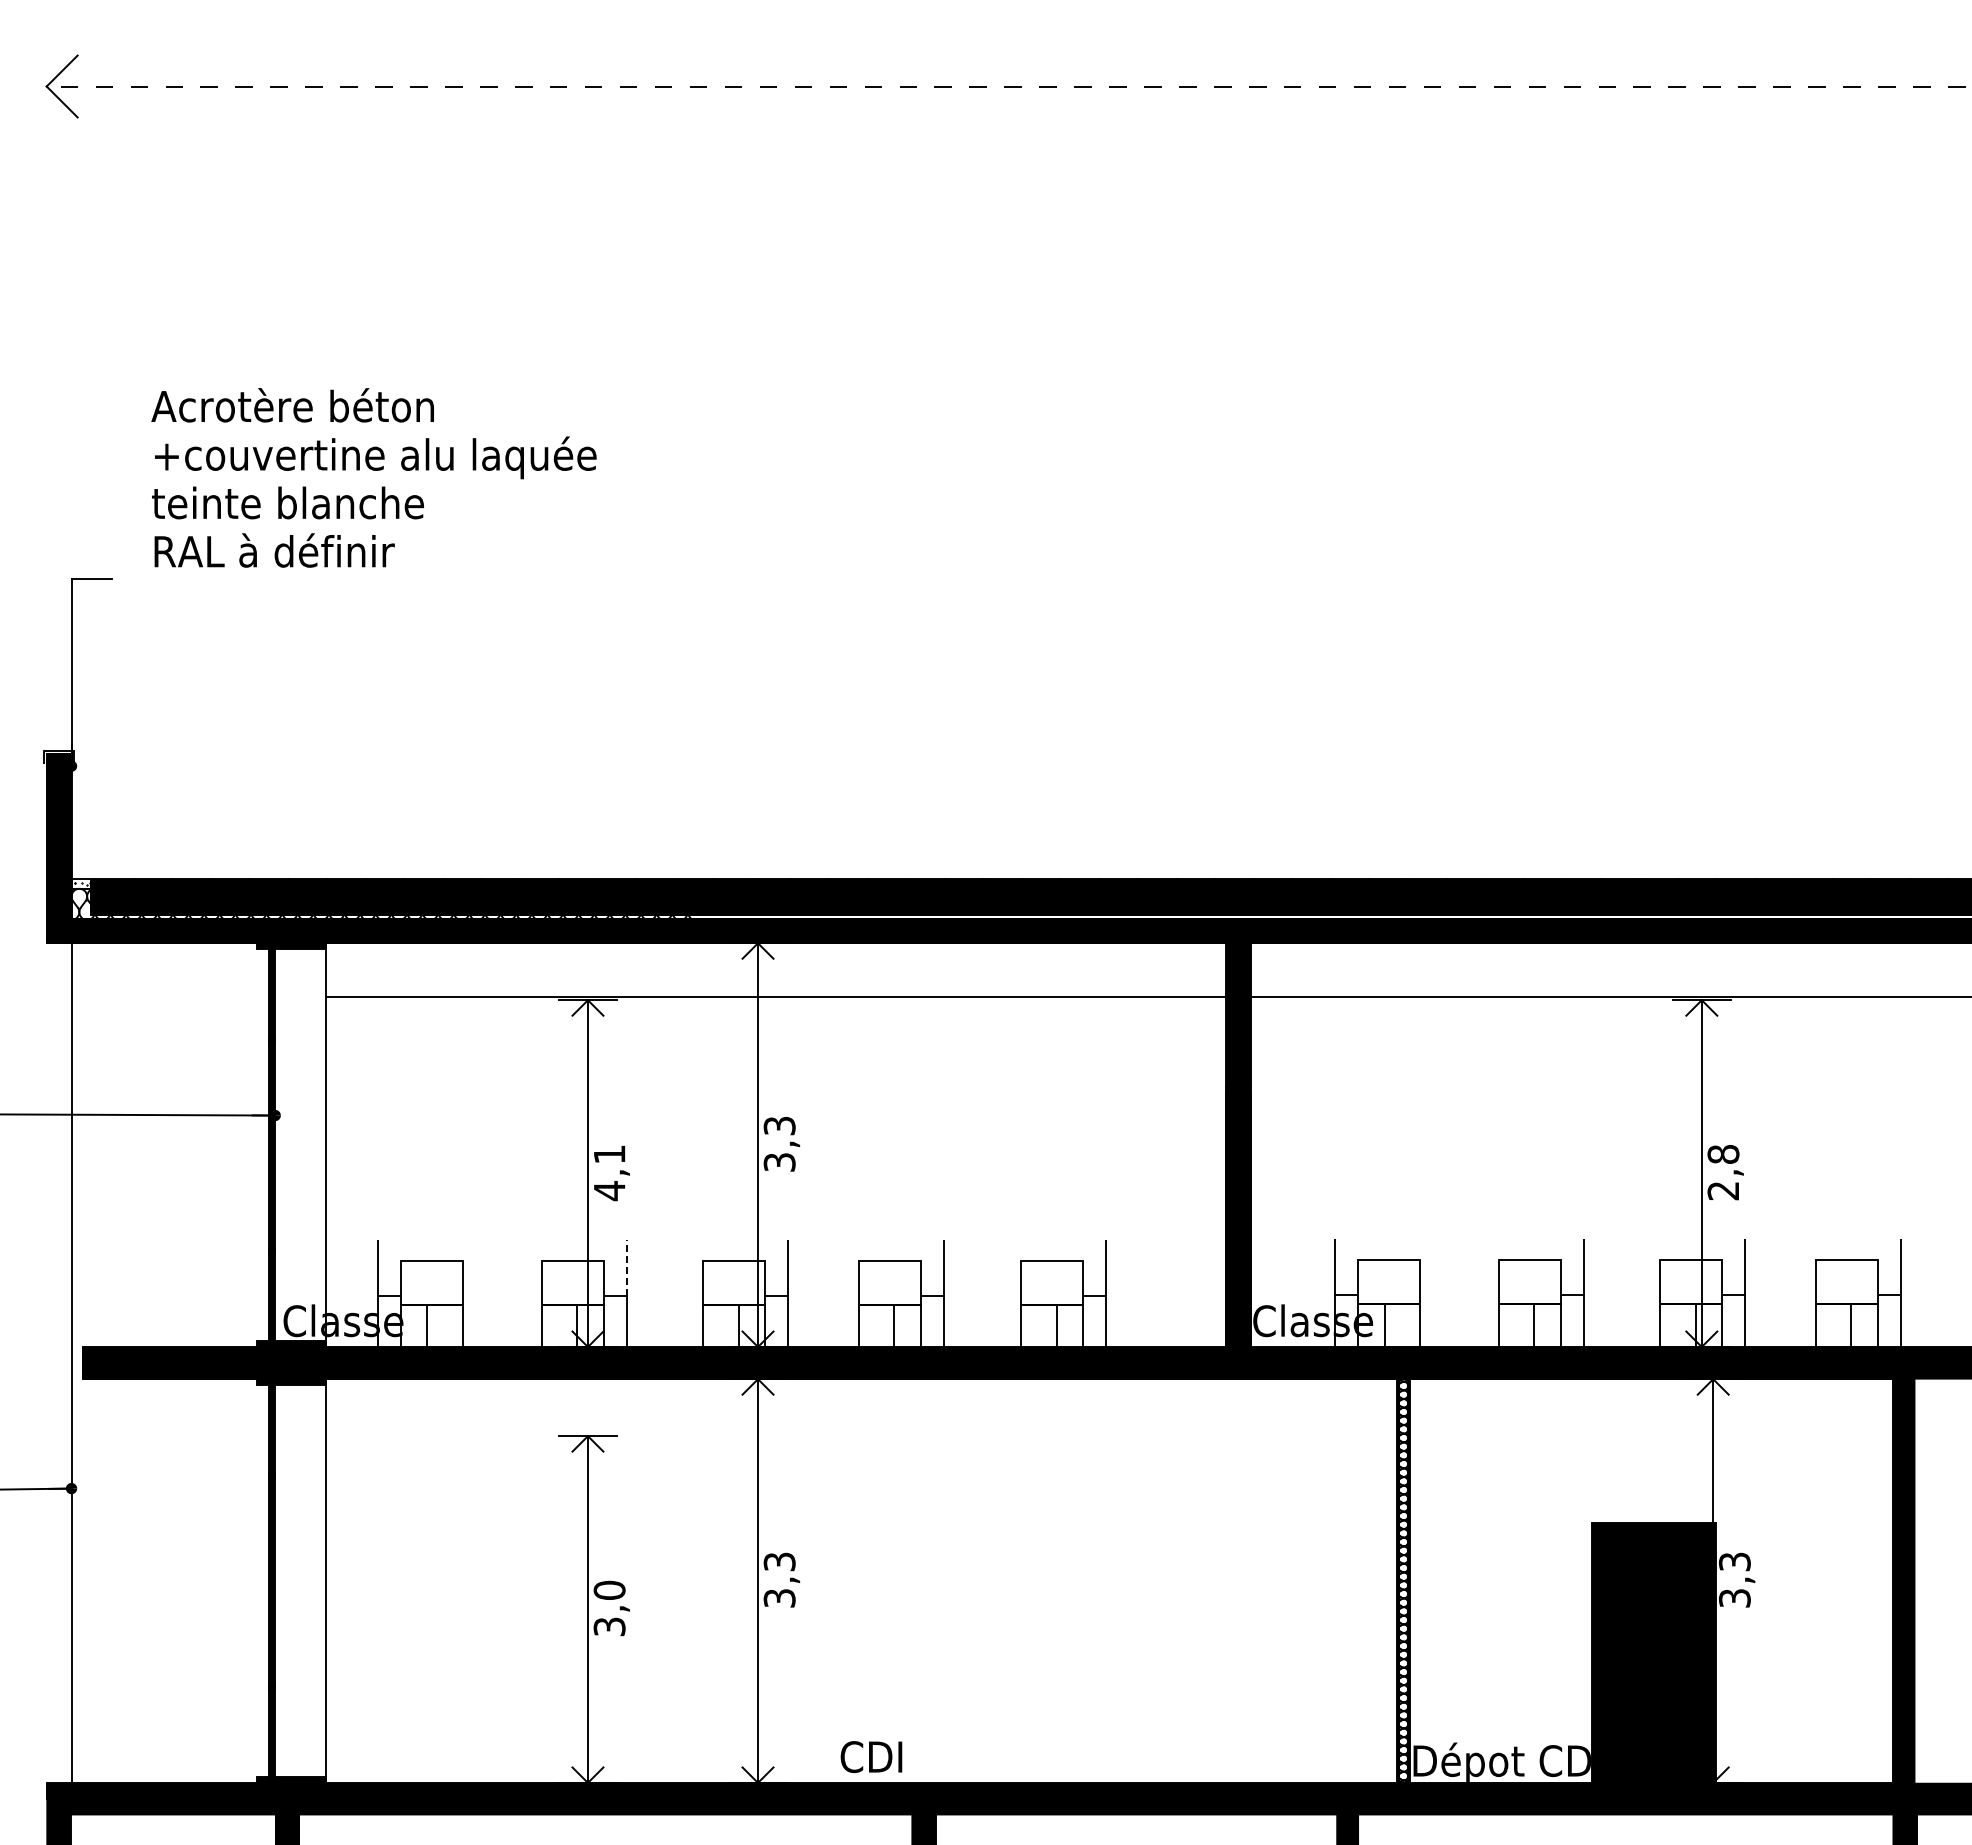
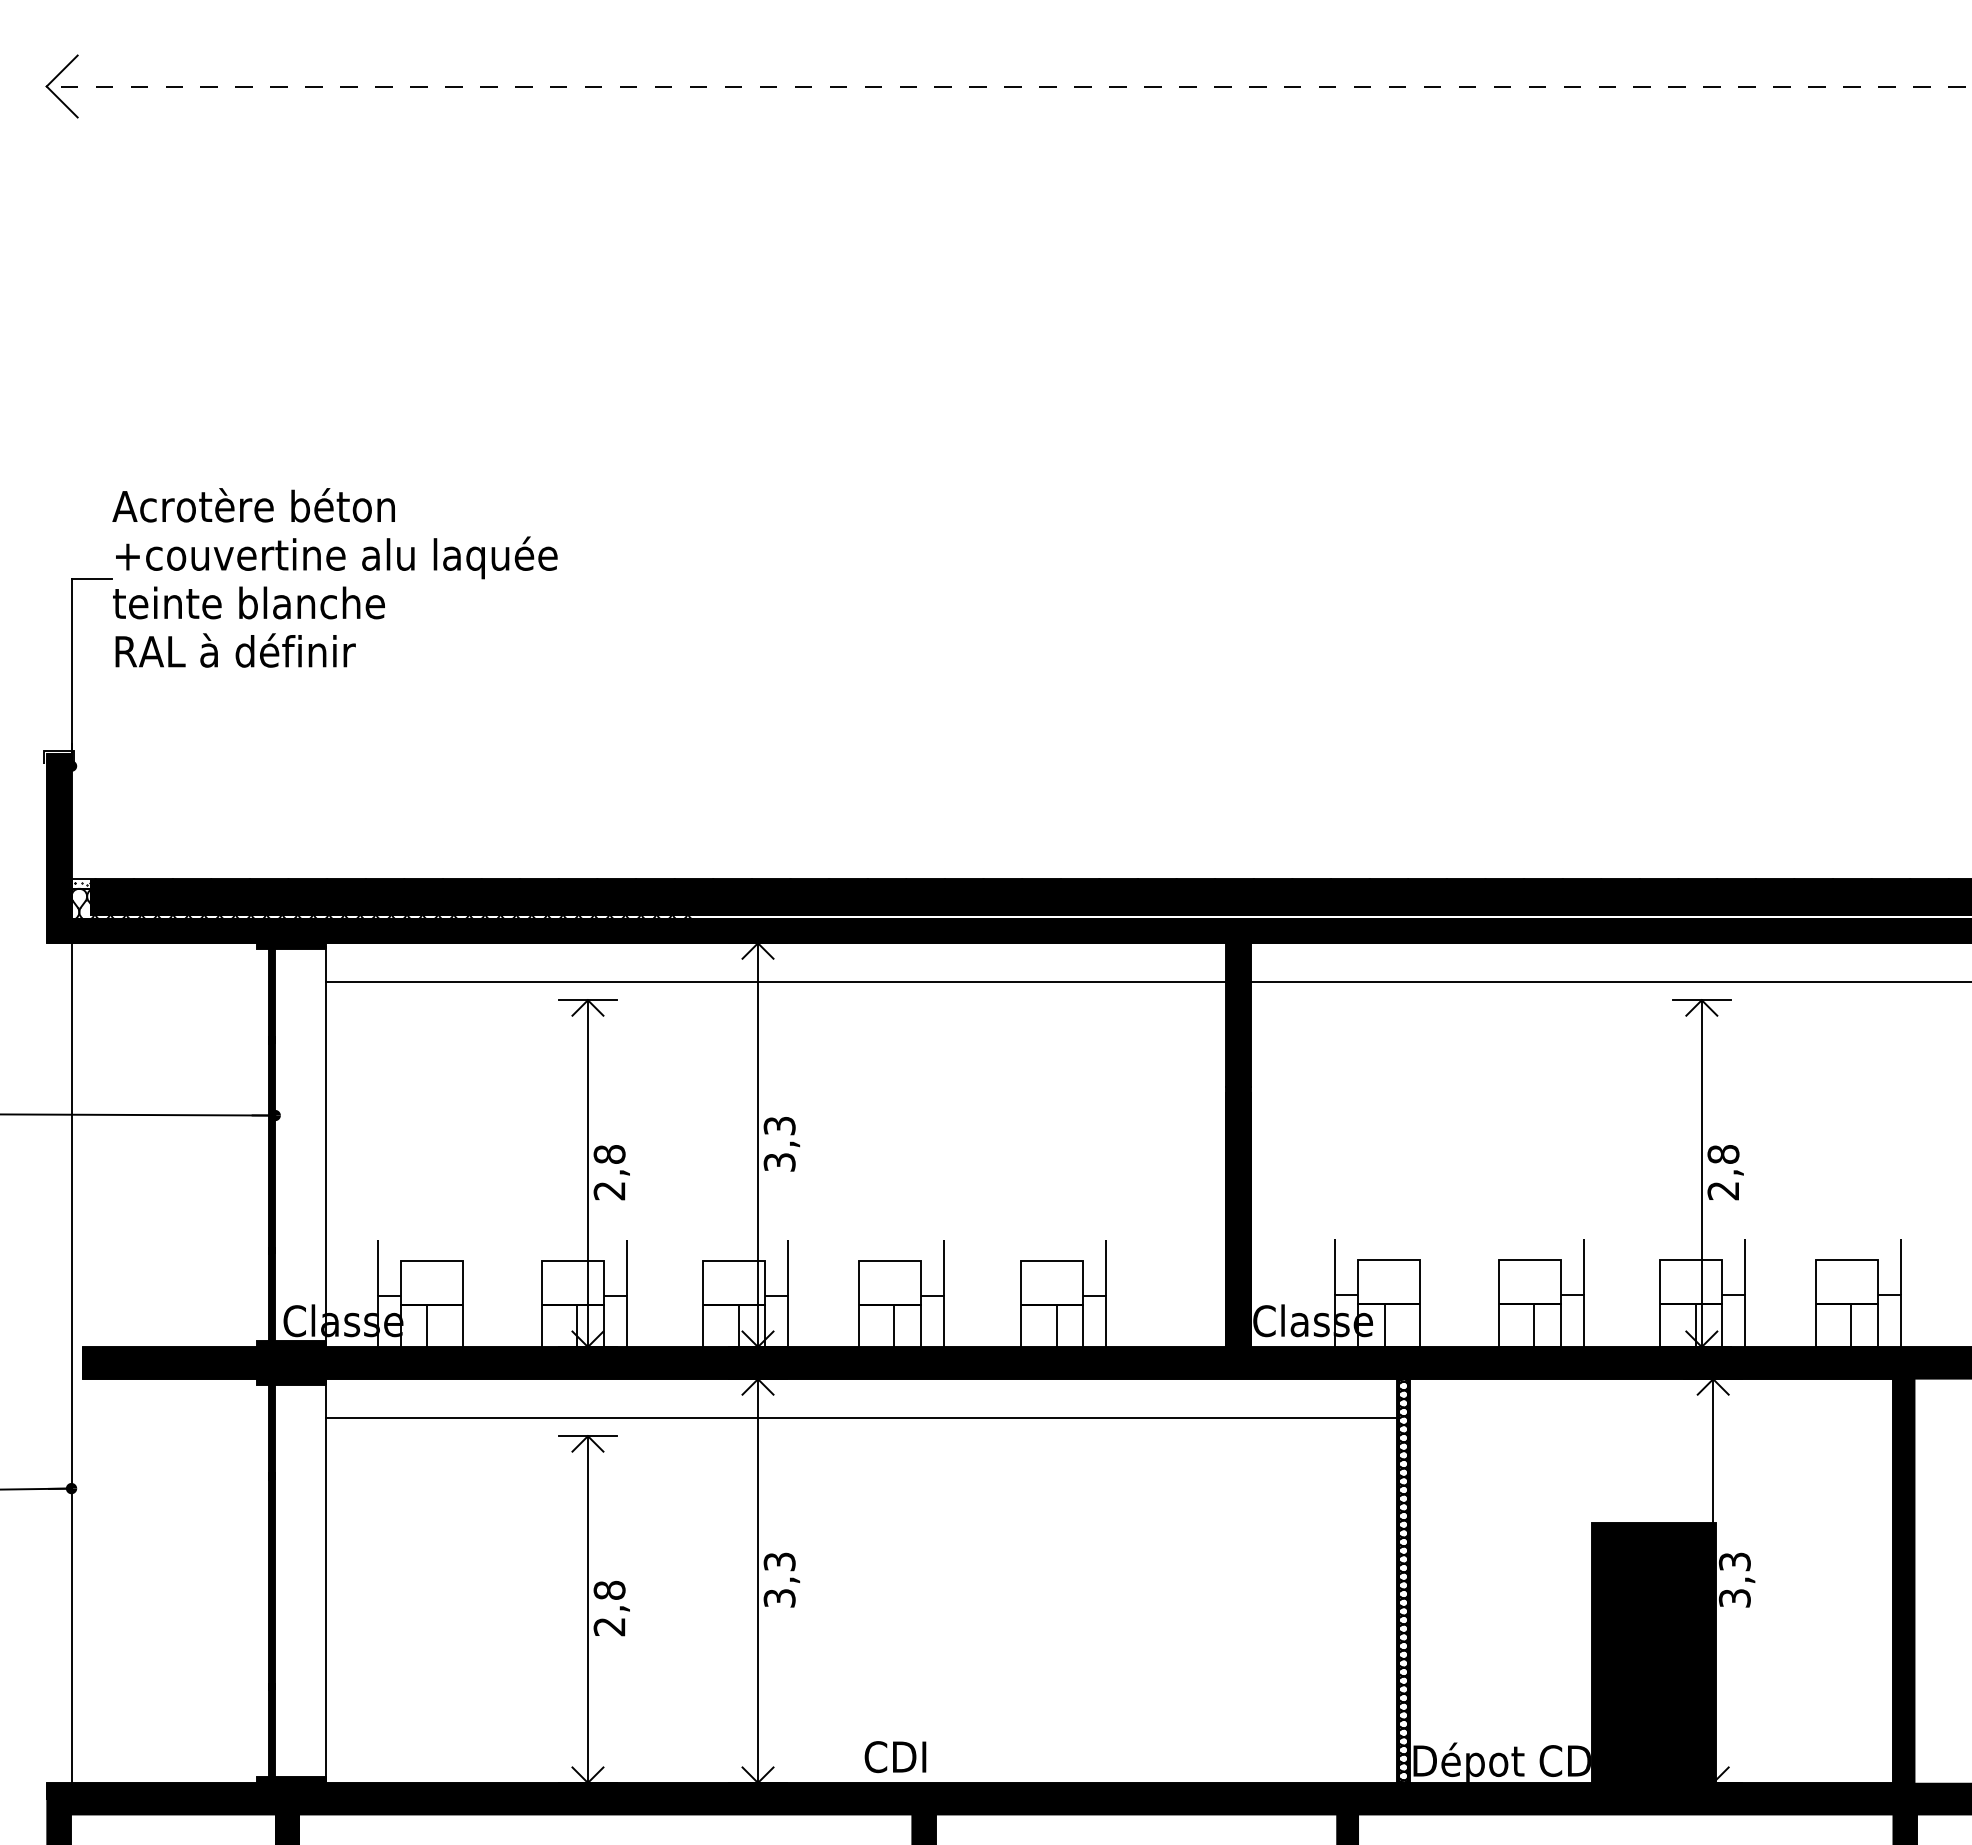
text at (373, 477) position: (373, 477) -> (334, 577)
line at (1146, 996) position: (1146, 996) -> (1146, 981)
text at (609, 1173): 4,1 -> 2,8
line at (626, 1267): dashed -> solid
line at (861, 1417): none -> present
text at (609, 1608): 3,0 -> 2,8
text at (871, 1757) position: (871, 1757) -> (895, 1757)
